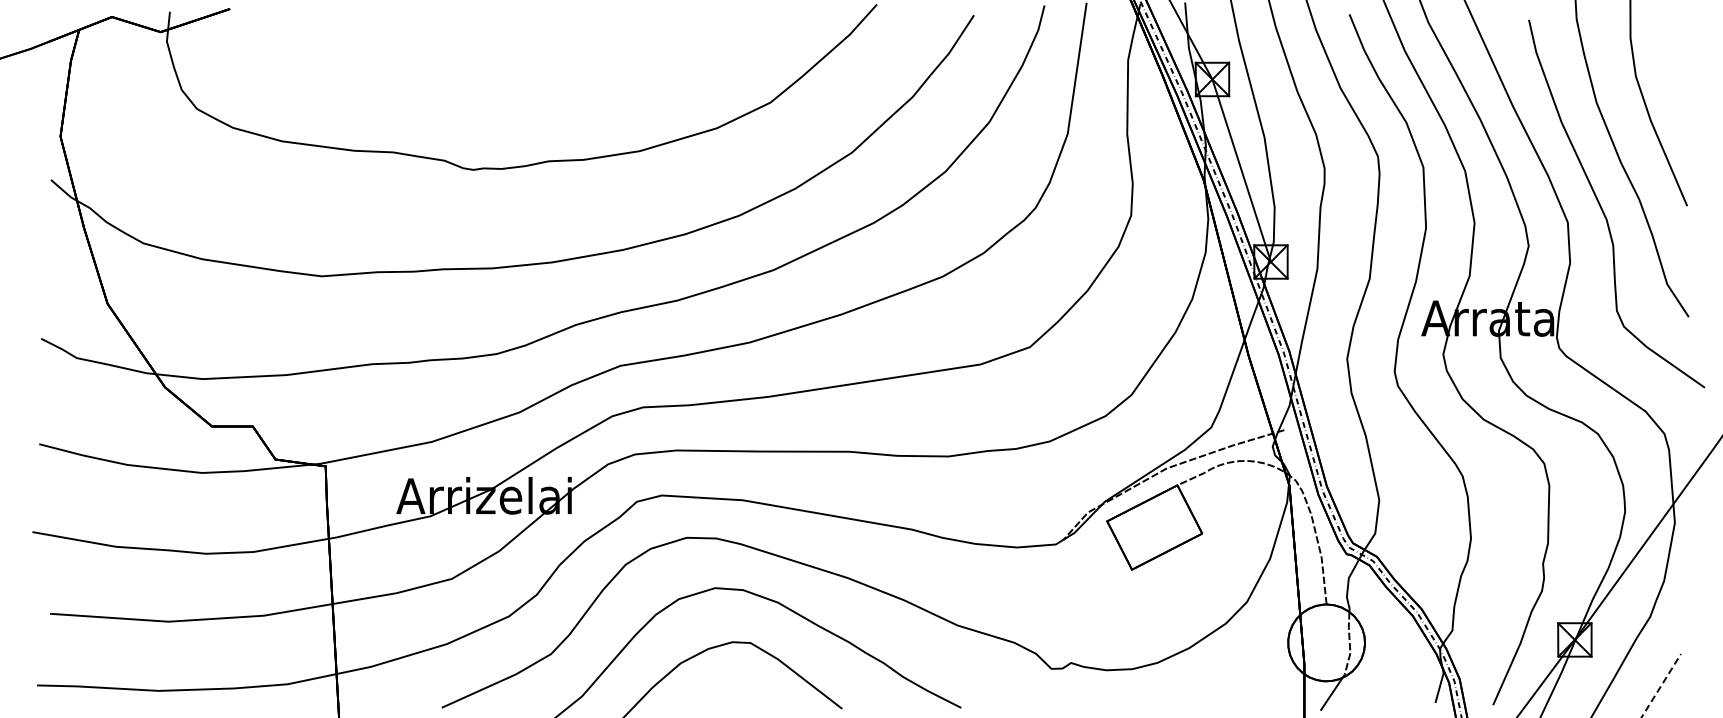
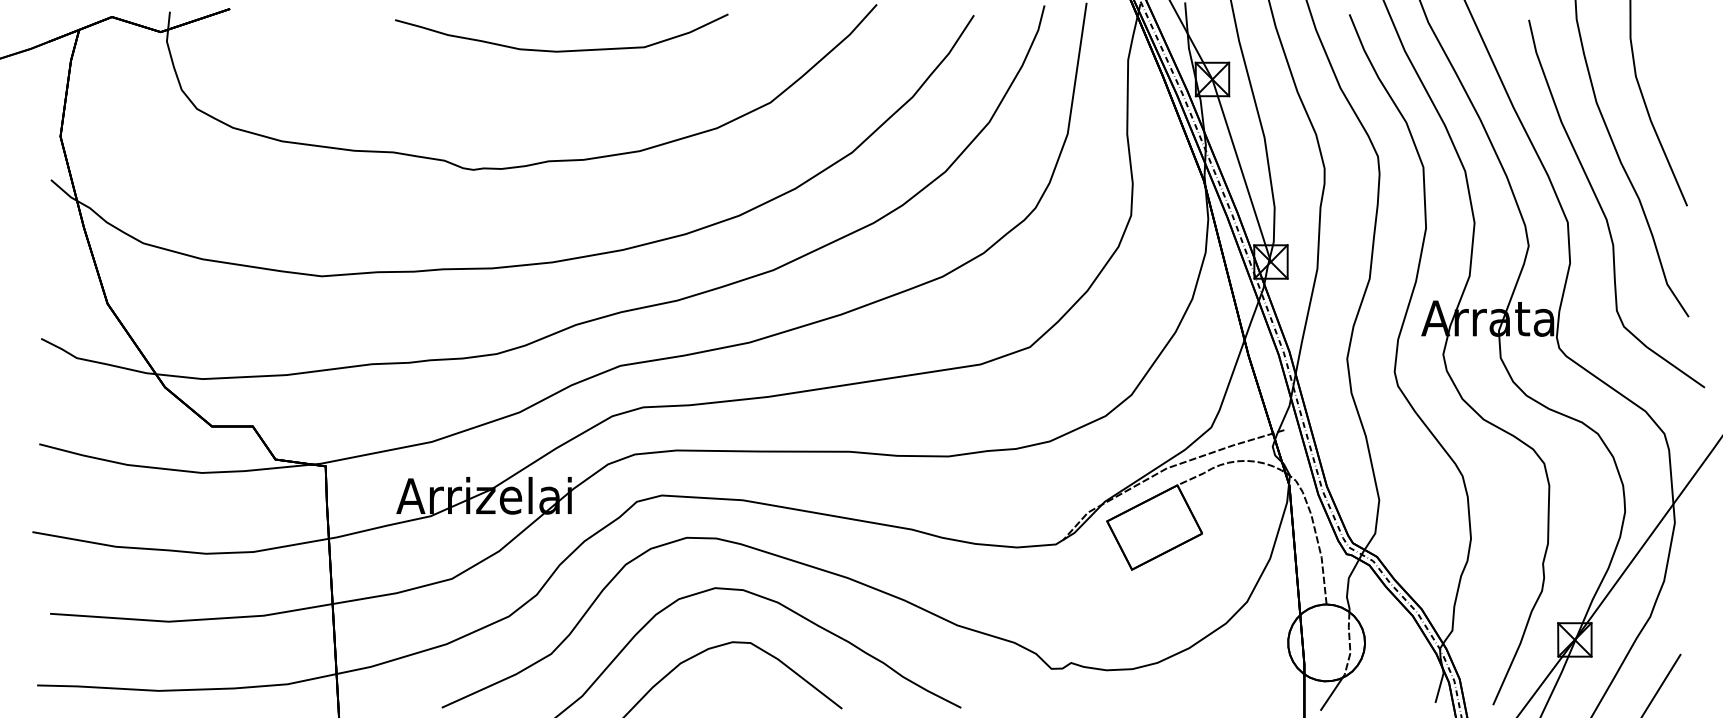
curve at (561, 50): none -> present
line at (1661, 685): dashed -> solid
